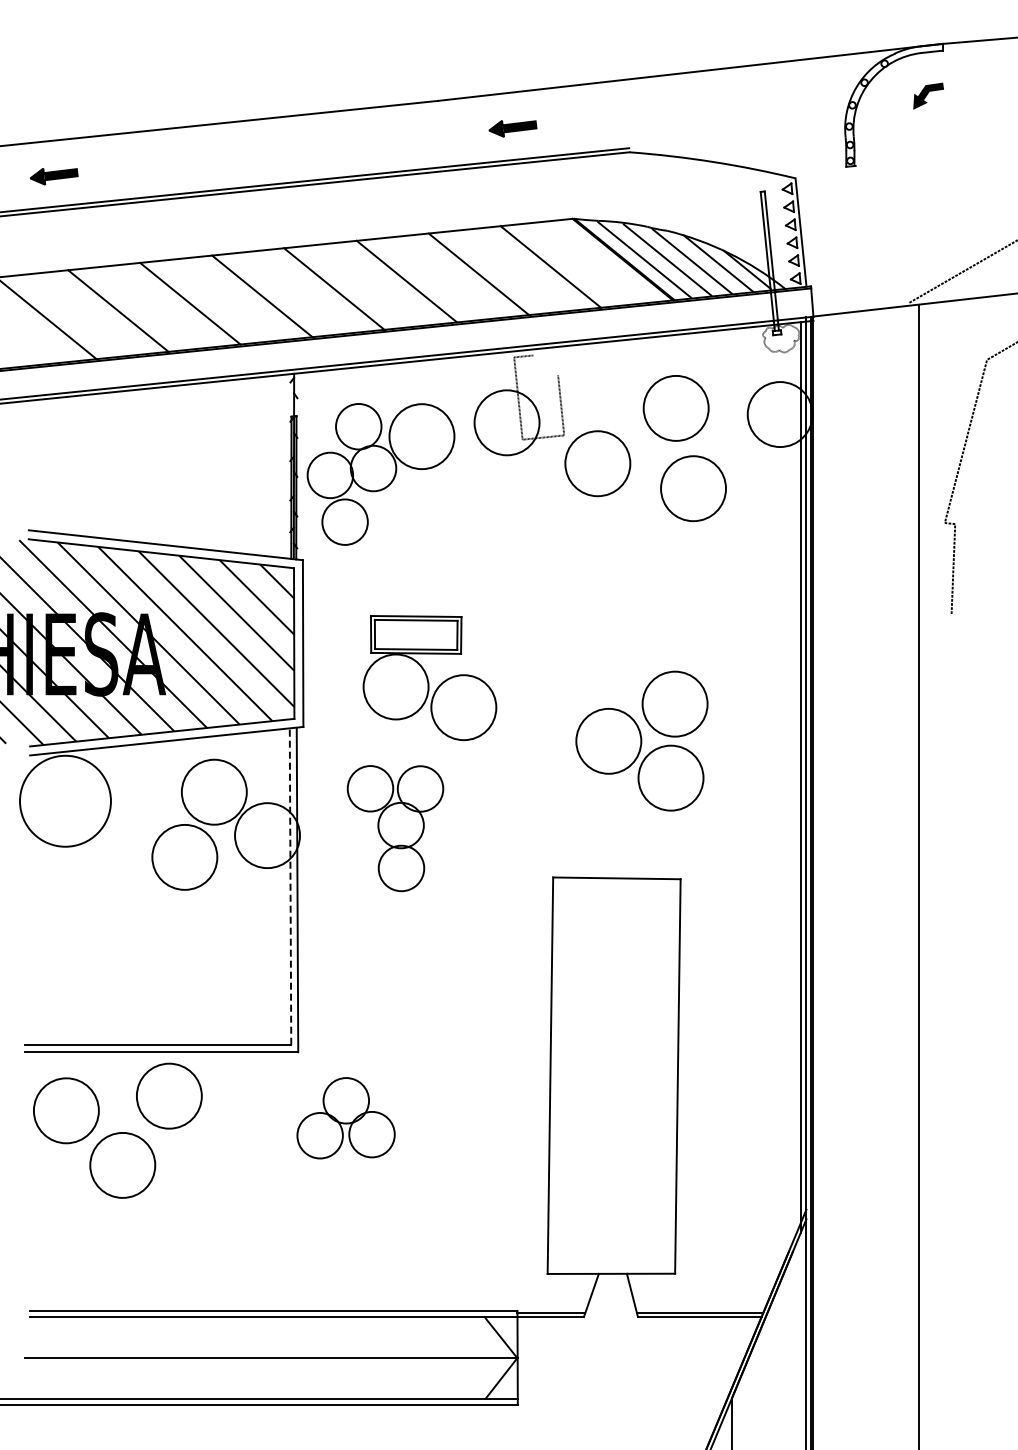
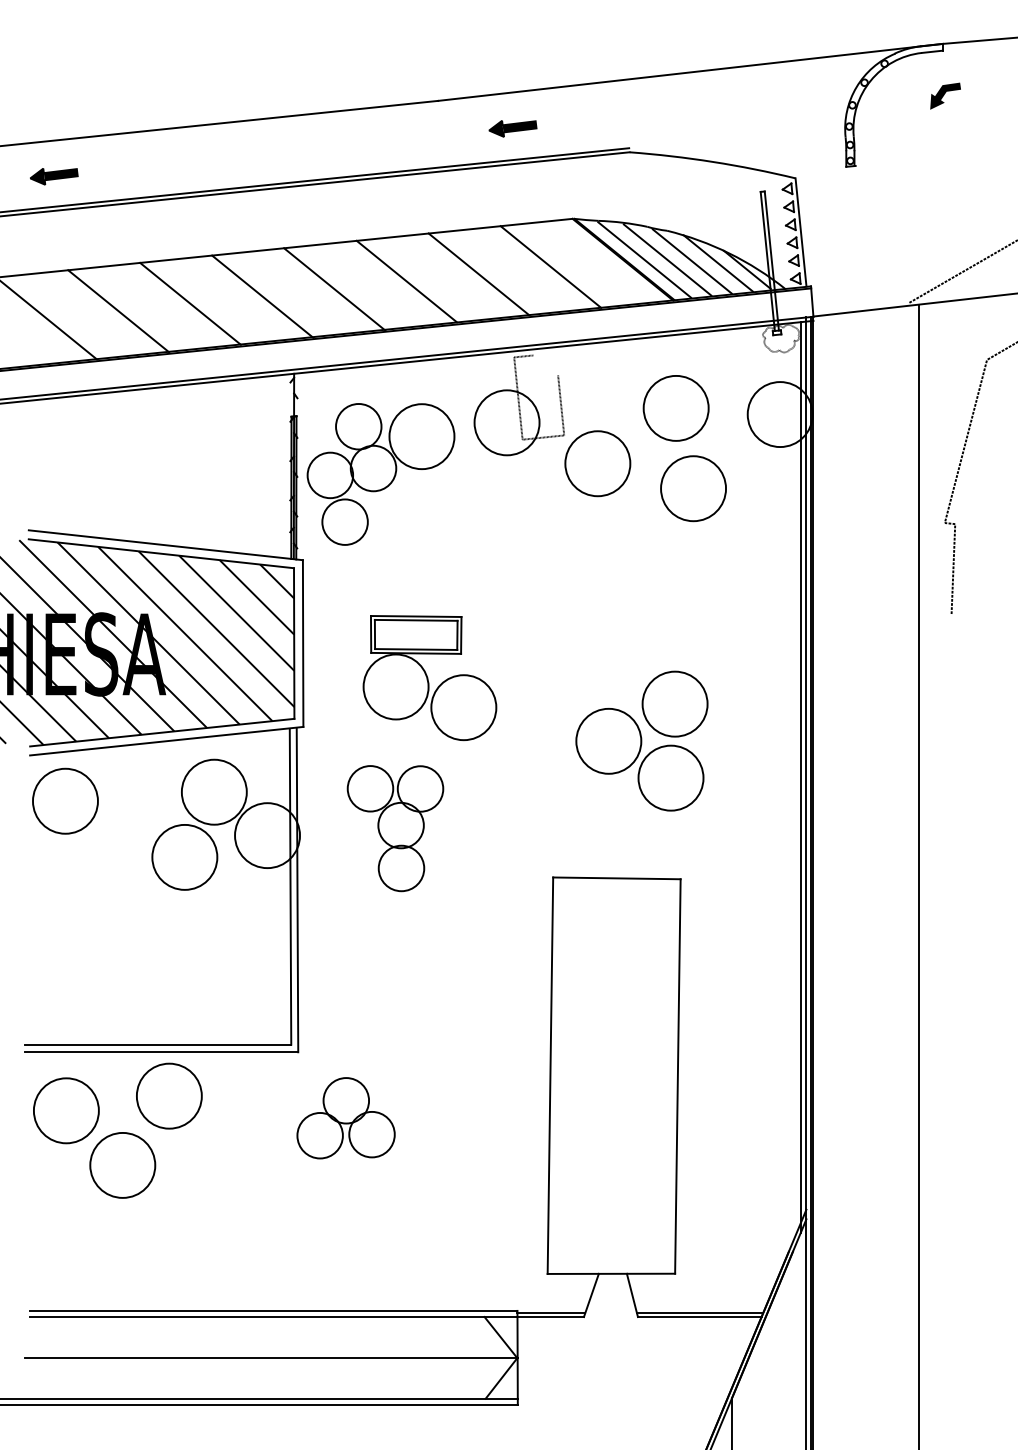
part at (928, 95) position: (928, 95) -> (945, 95)
circle at (65, 800) diameter: 91 px -> 65 px
line at (290, 886): dashed -> solid
